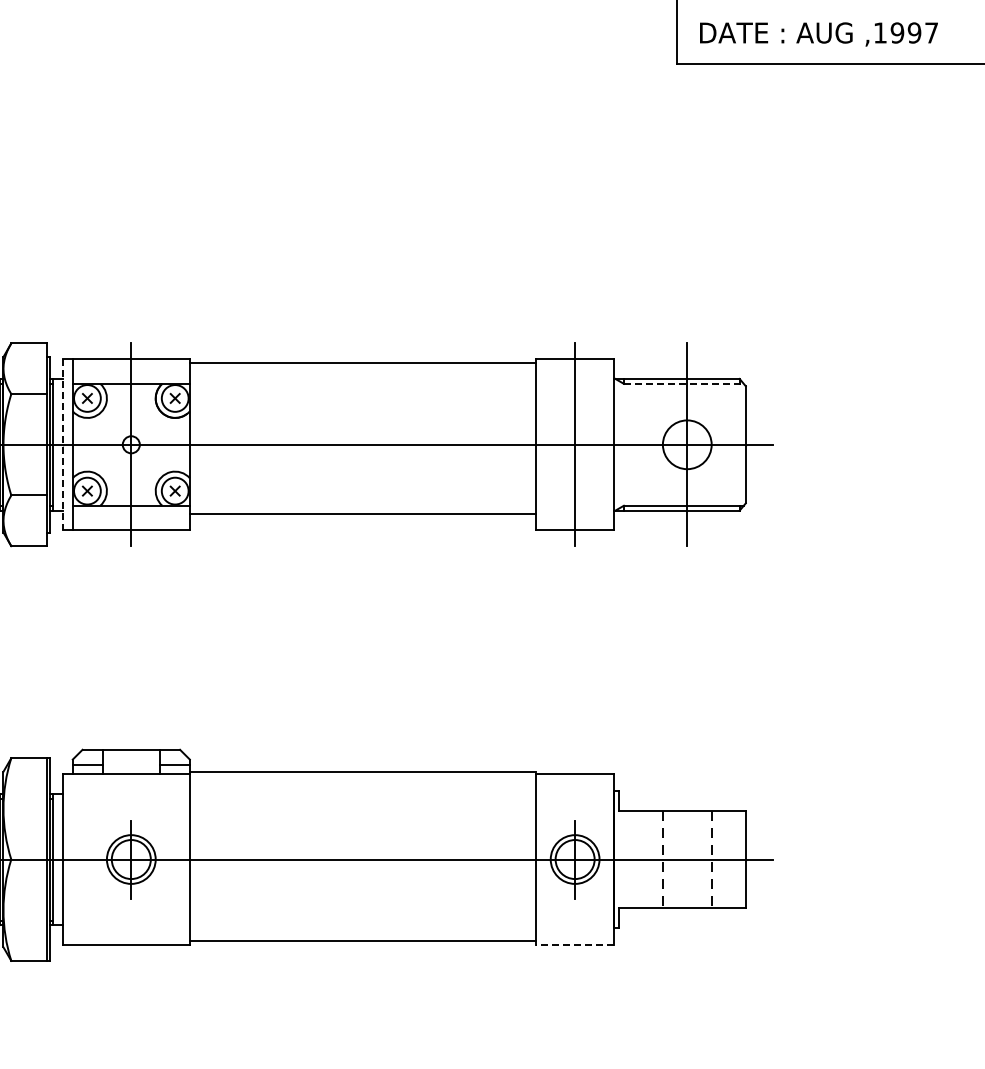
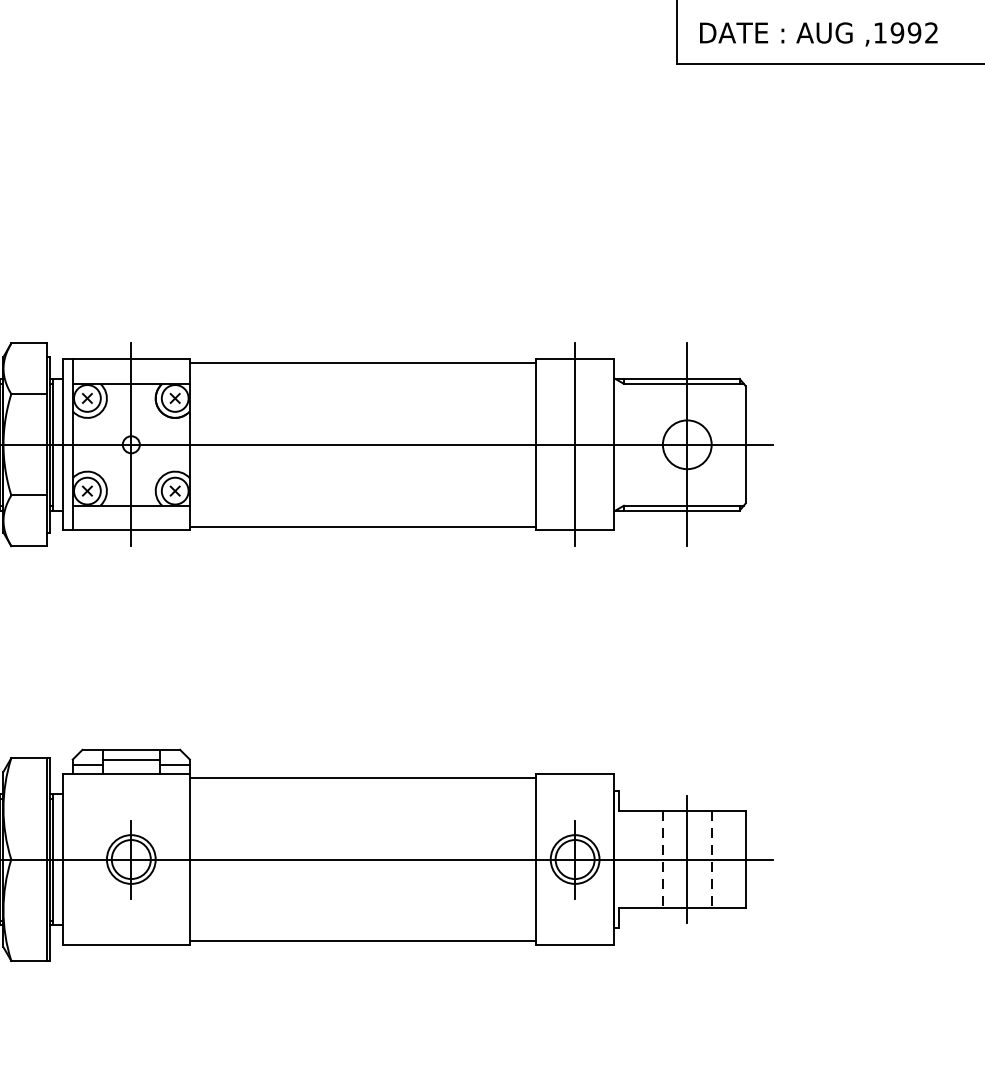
text at (931, 32): ,1997 -> ,1992
line at (683, 383): dashed -> solid
line at (63, 445): dashed -> solid
line at (362, 513) position: (362, 513) -> (362, 526)
line at (130, 759): none -> present
line at (362, 771) position: (362, 771) -> (362, 777)
line at (687, 859): none -> present
line at (574, 944): dashed -> solid
